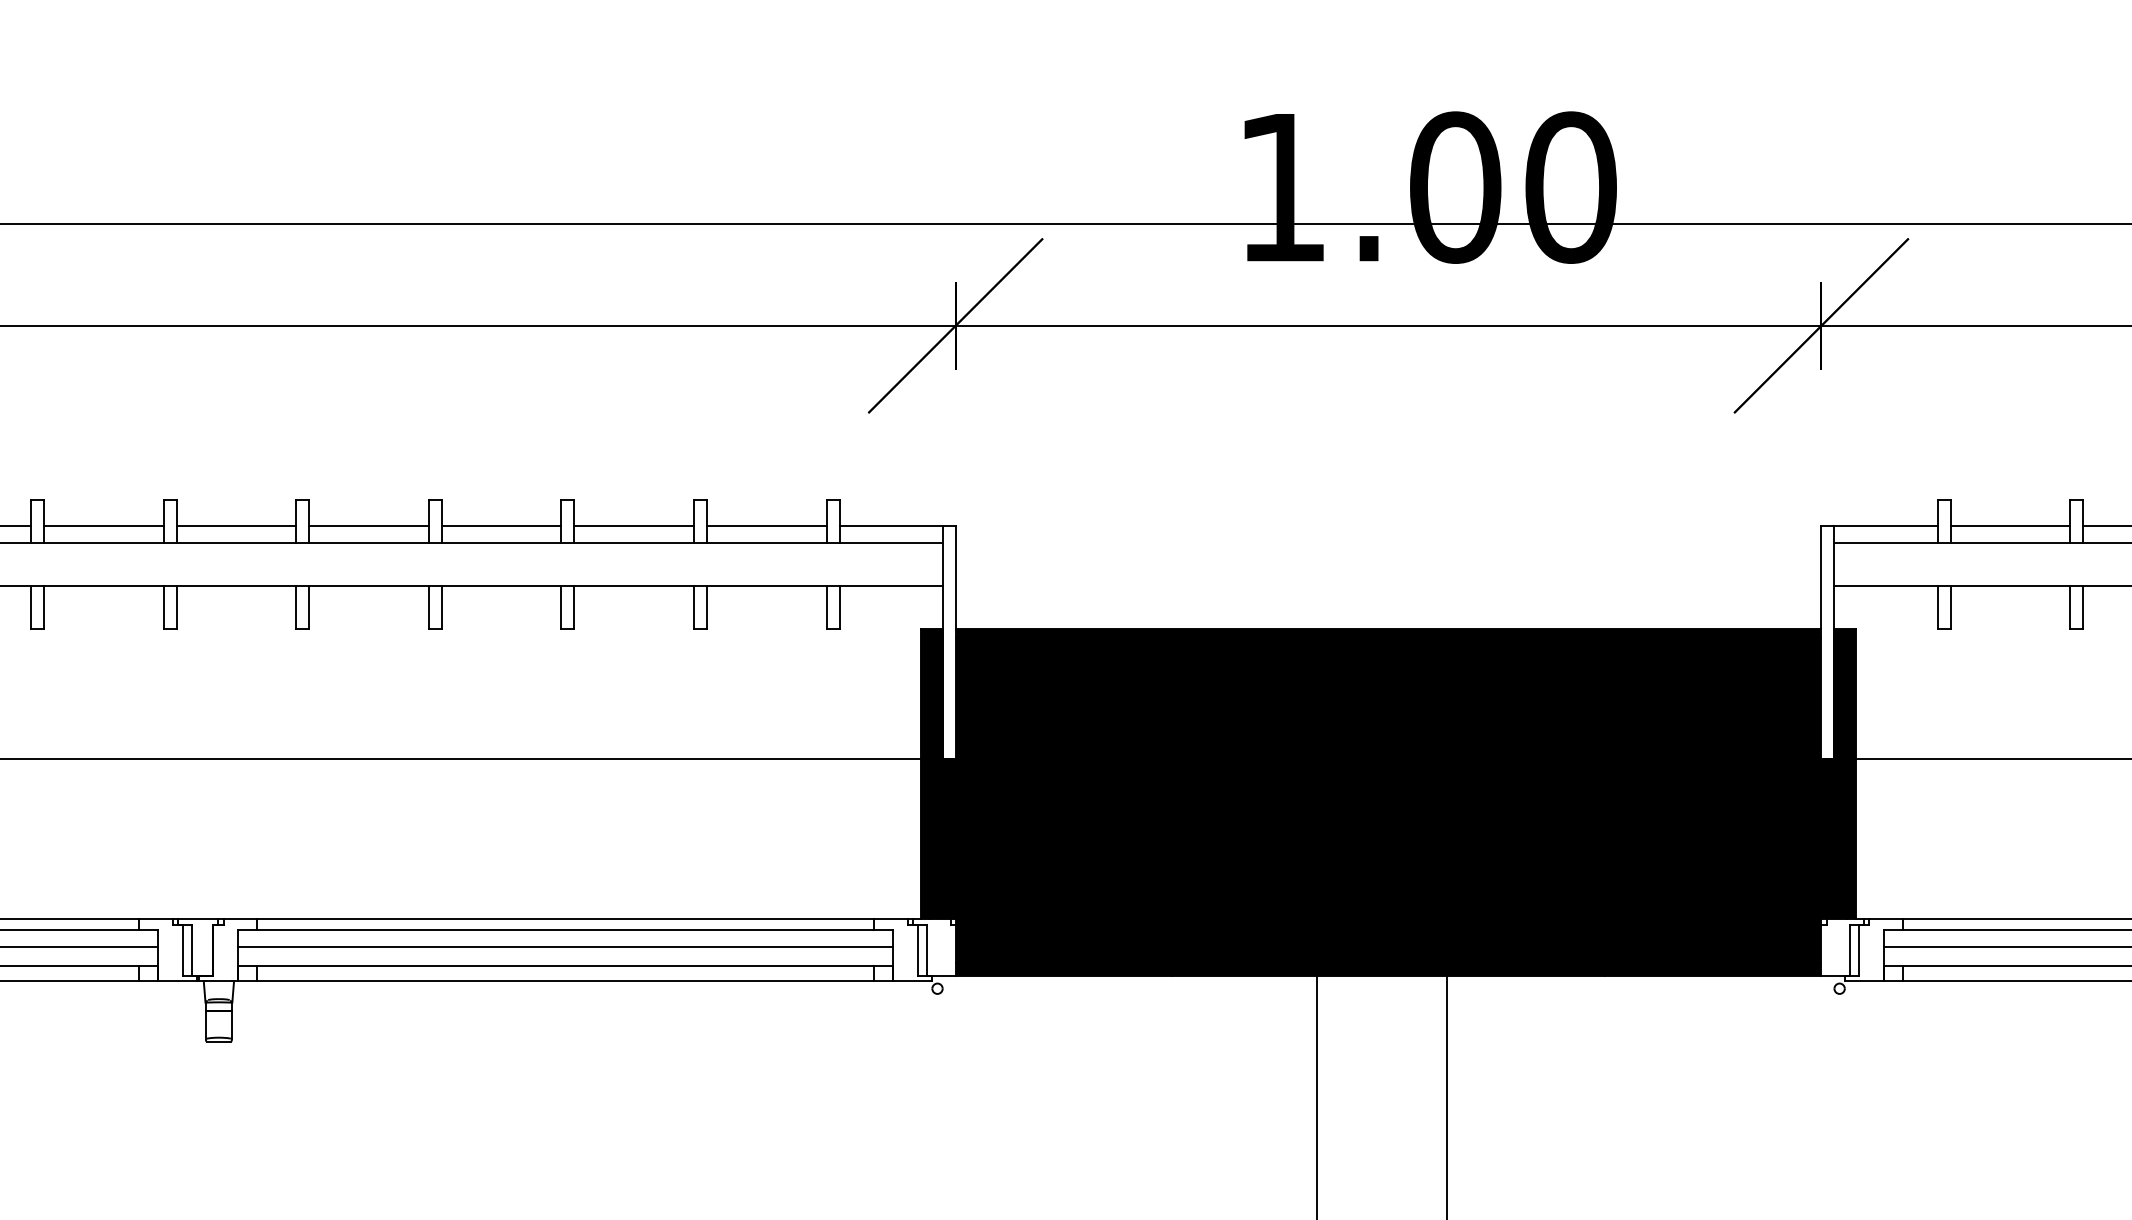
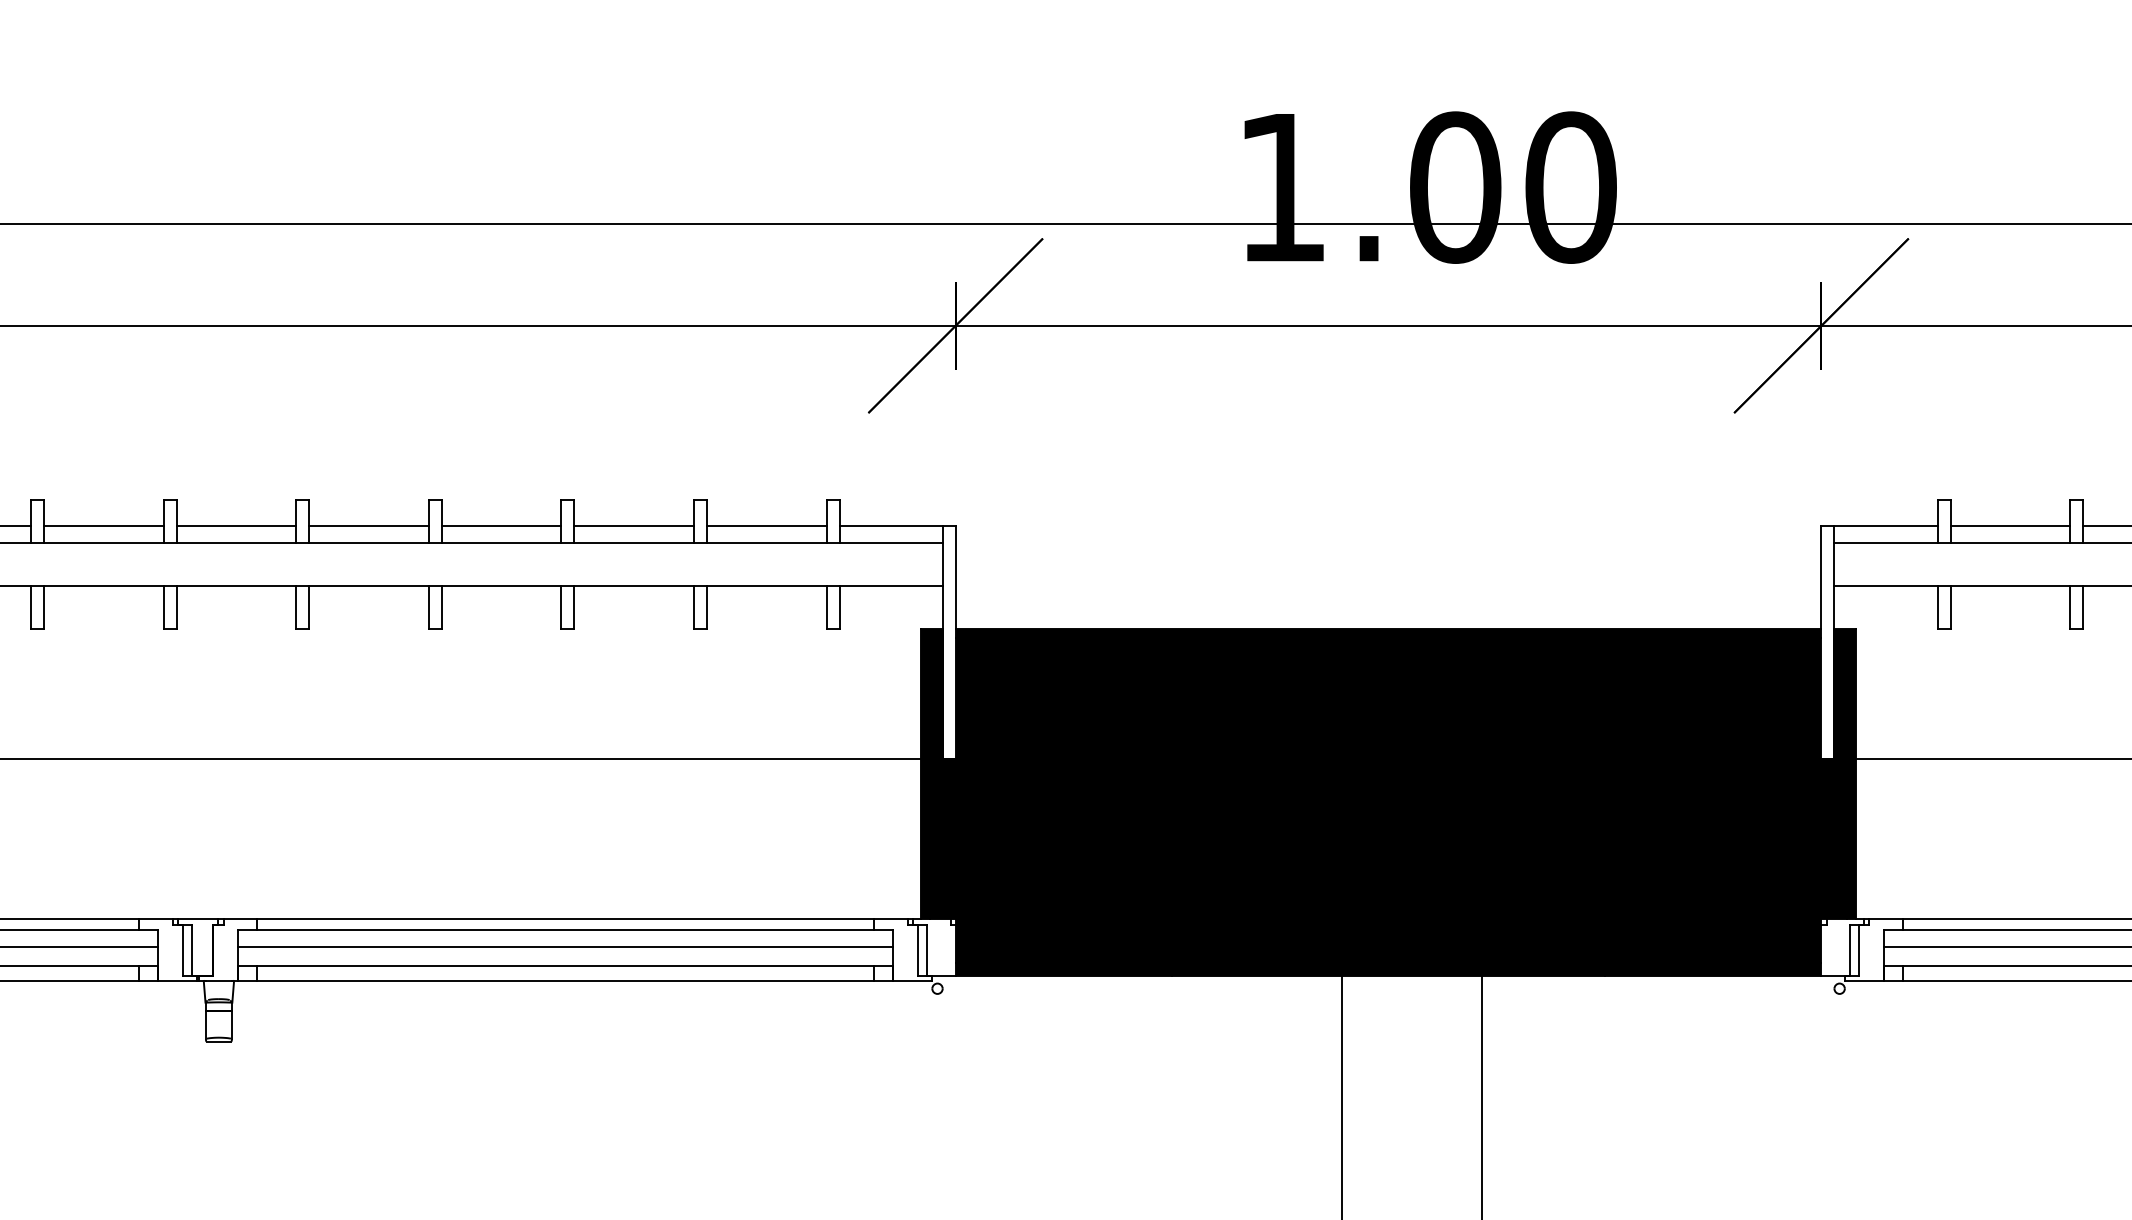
line at (1317, 1096) position: (1317, 1096) -> (1342, 1096)
line at (1447, 1096) position: (1447, 1096) -> (1482, 1096)
